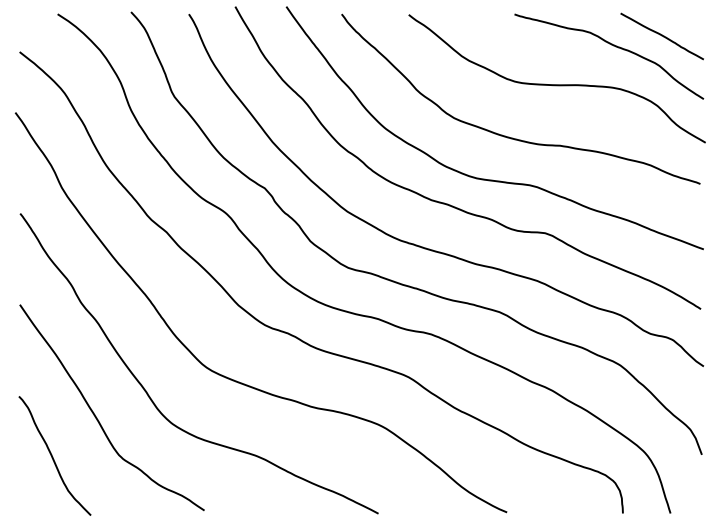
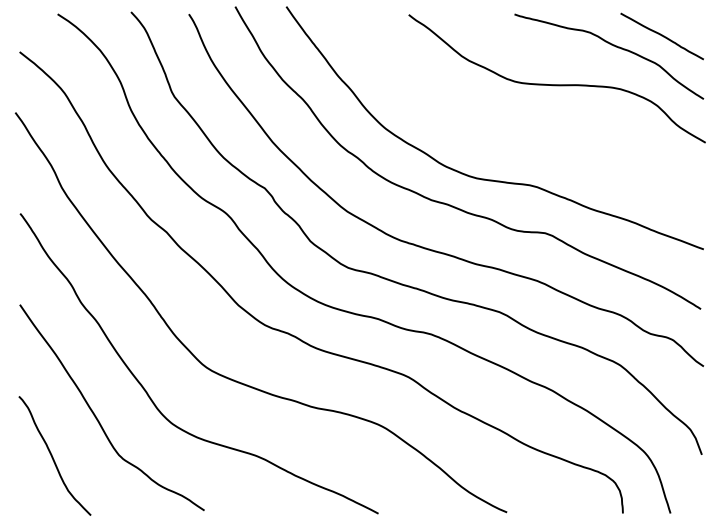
curve at (509, 136): present -> none
